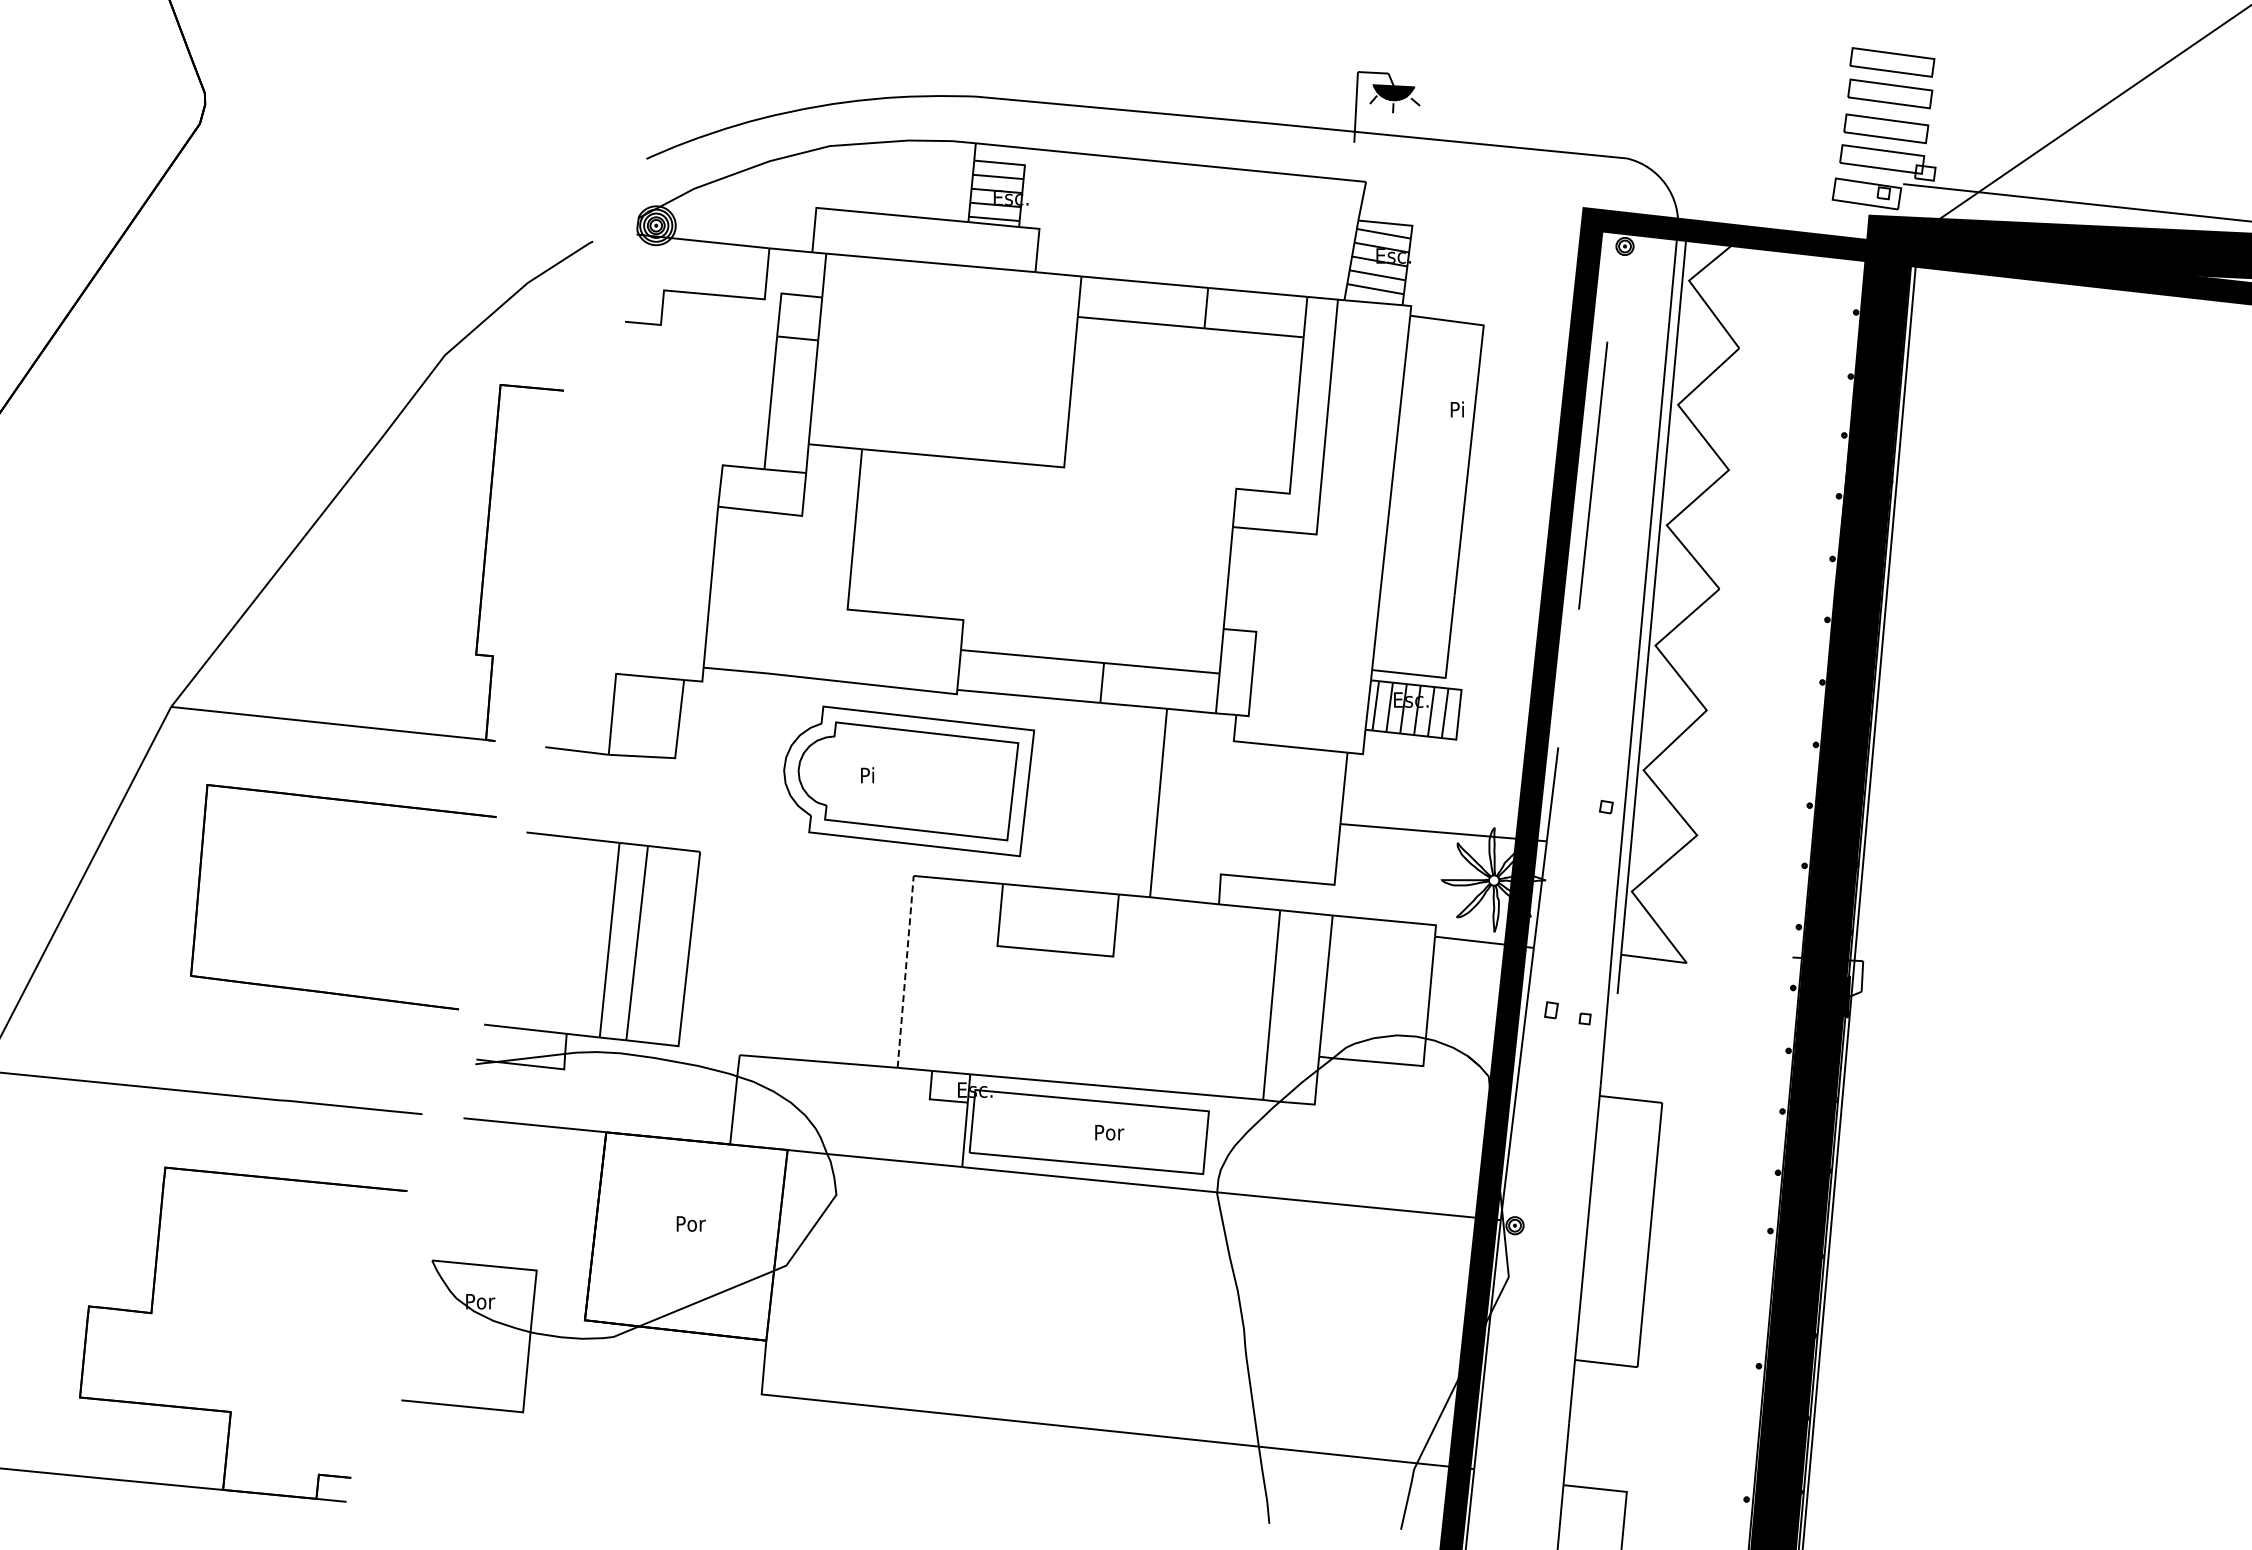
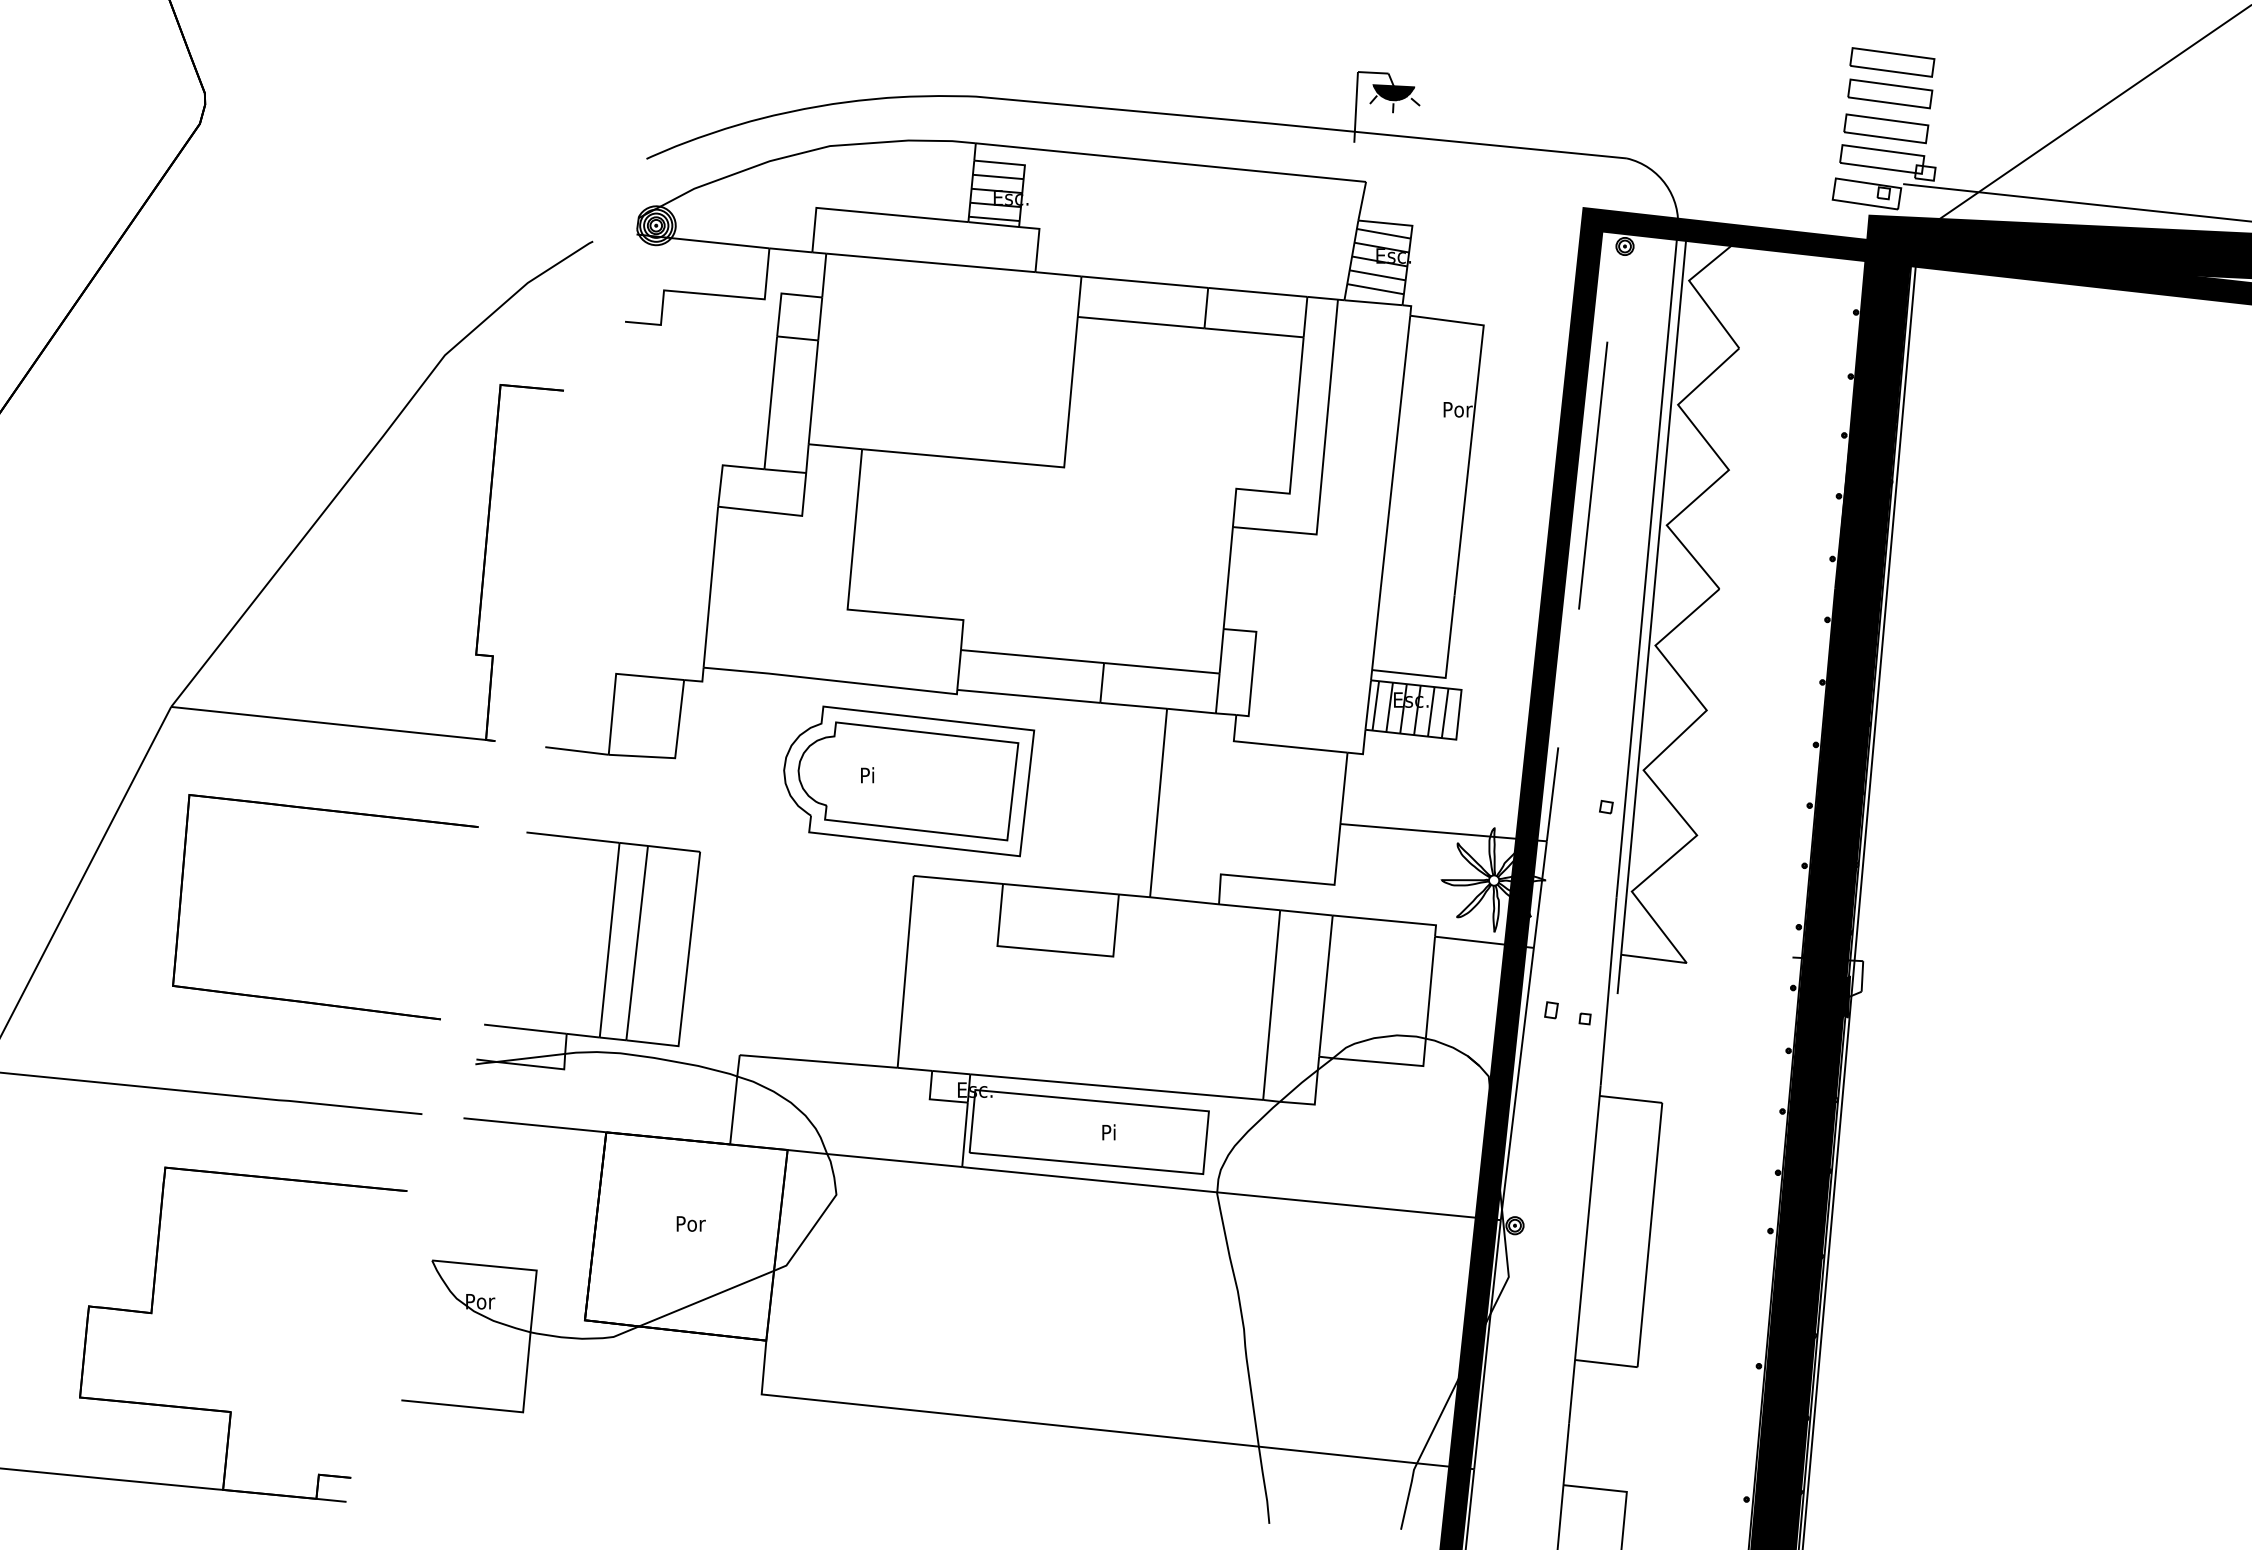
text at (1457, 409): Pi -> Por
line at (905, 971): dashed -> solid
part at (335, 992) position: (335, 992) -> (317, 1002)
text at (1109, 1132): Por -> Pi
